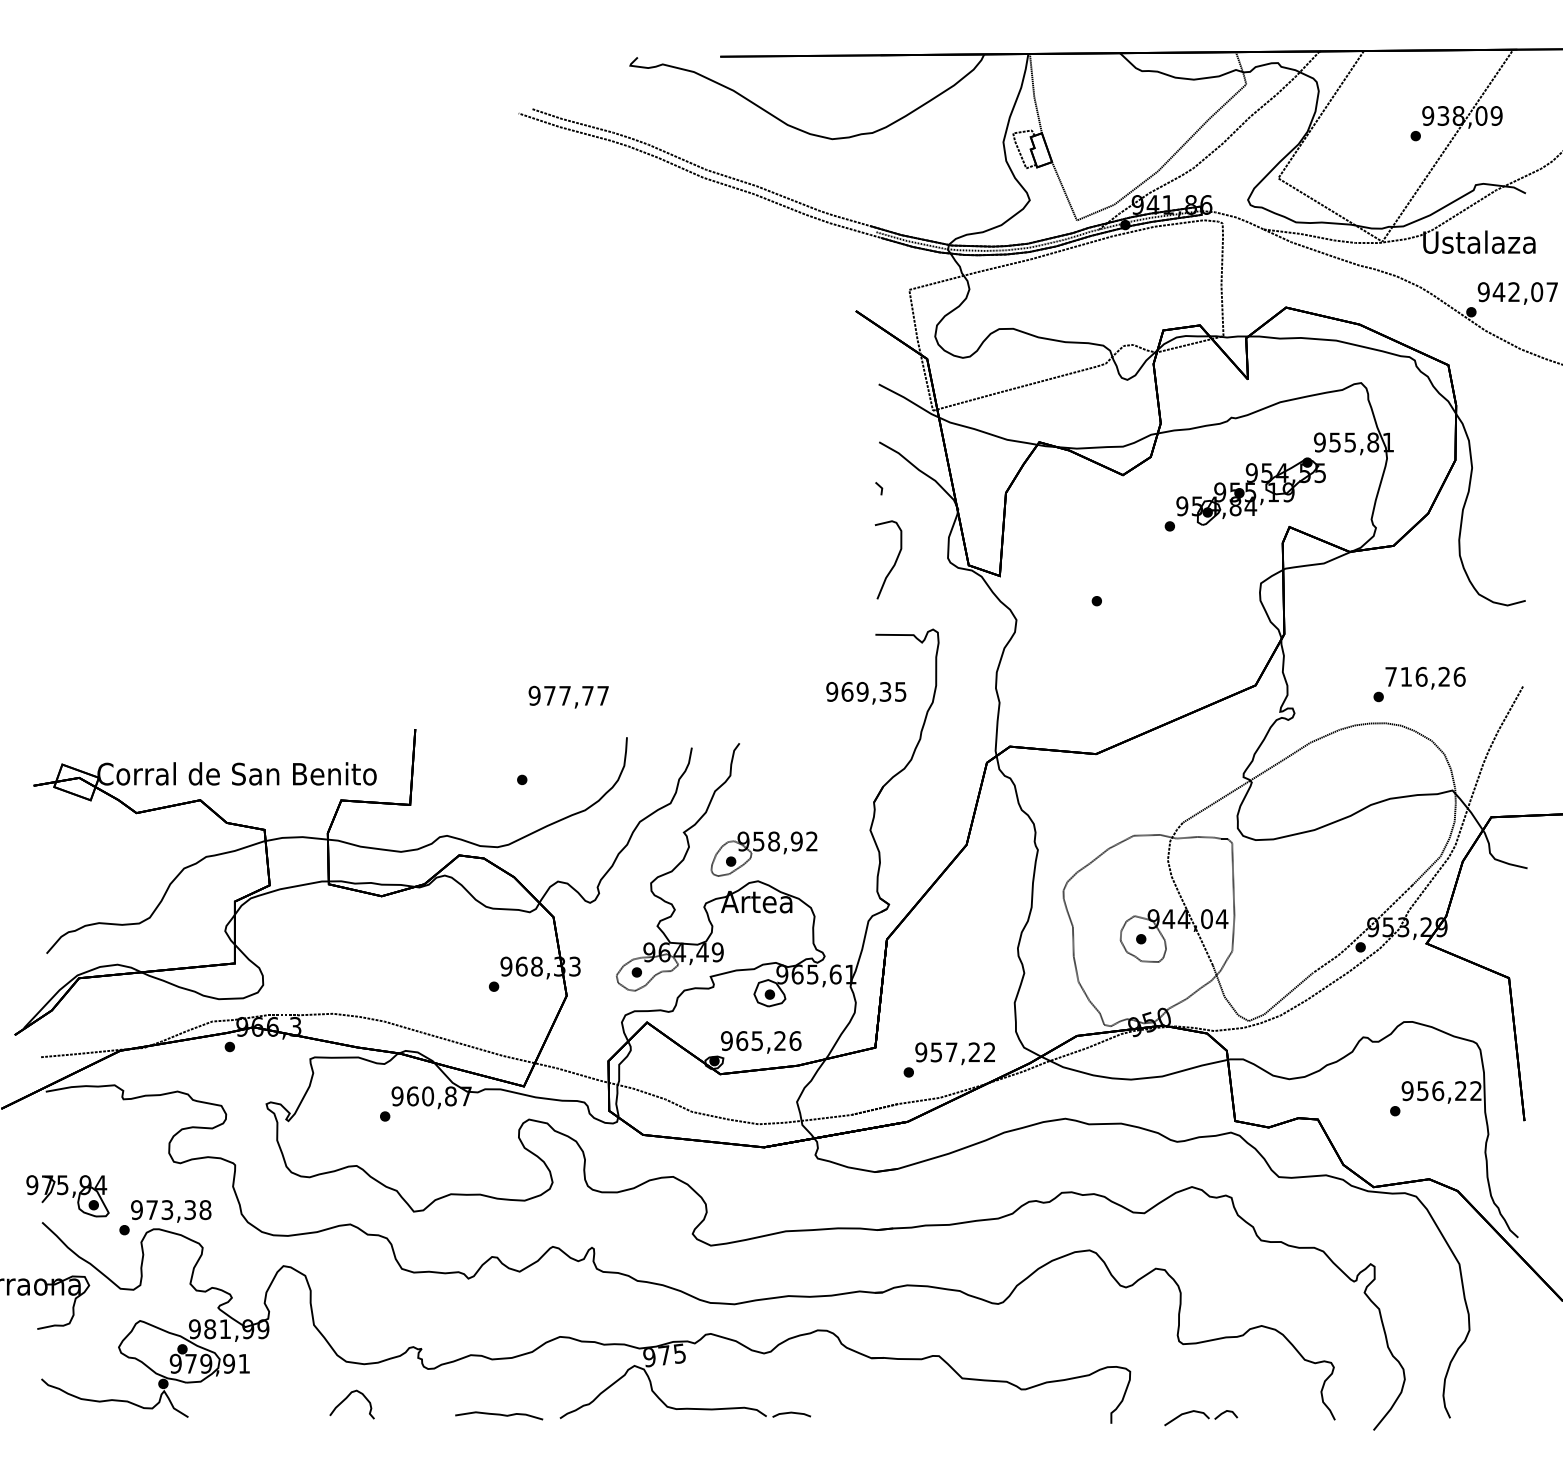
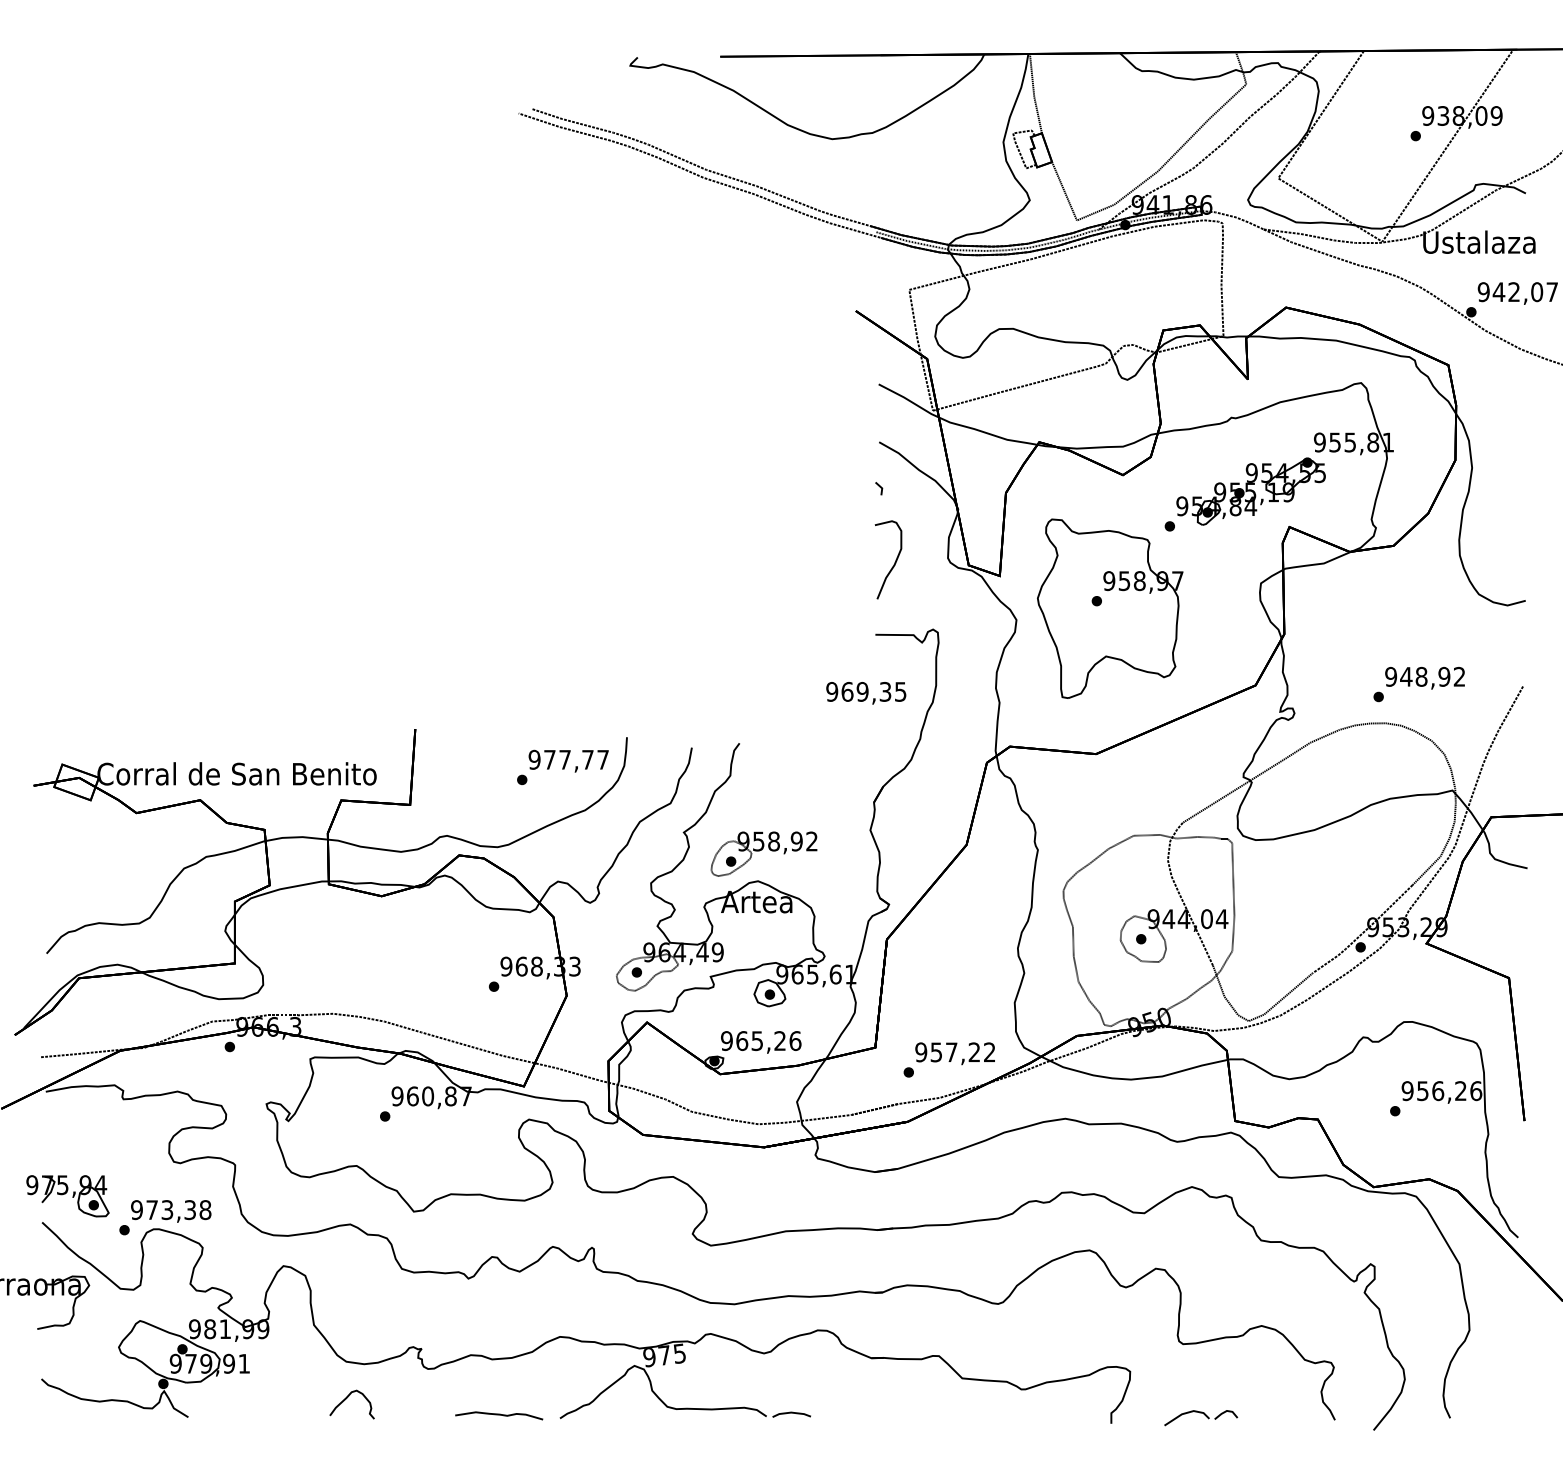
part at (1110, 608): none -> present
text at (1425, 676): 716,26 -> 948,92
text at (568, 696) position: (568, 696) -> (568, 760)
text at (1476, 1091): 956,22 -> 956,26
